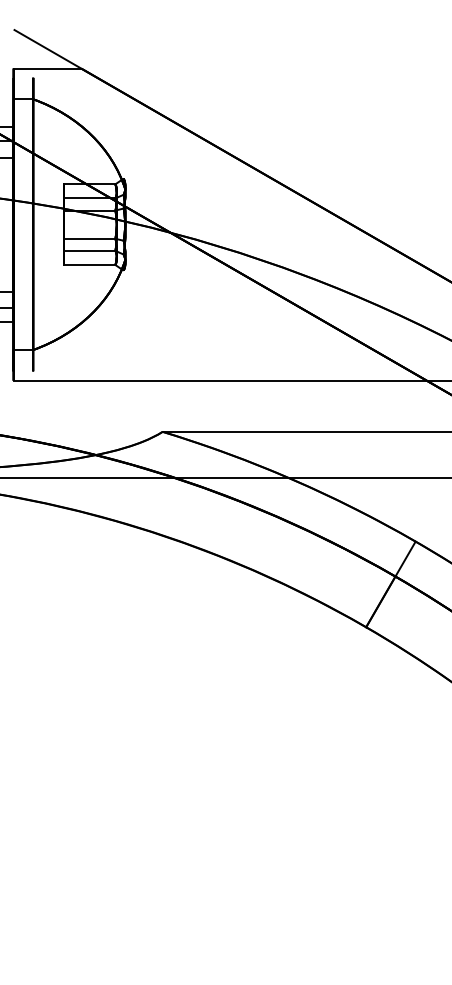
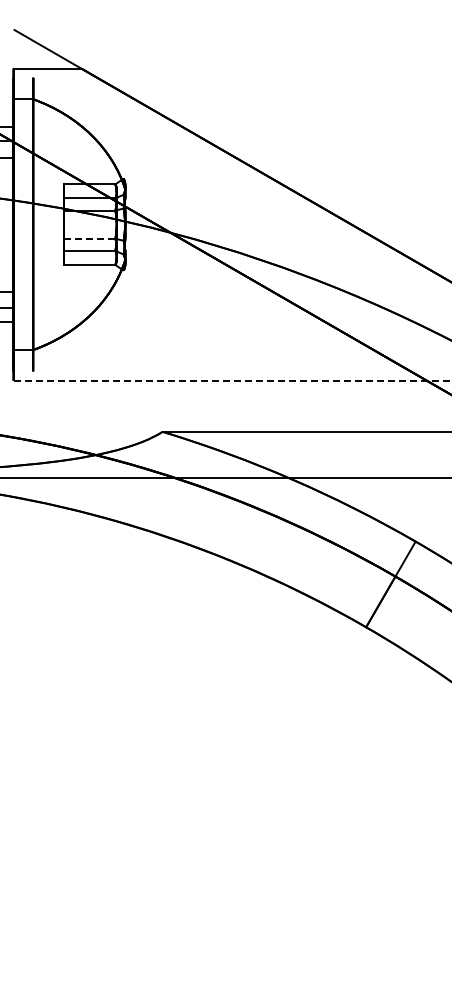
line at (89, 238): solid -> dashed
line at (232, 380): solid -> dashed
